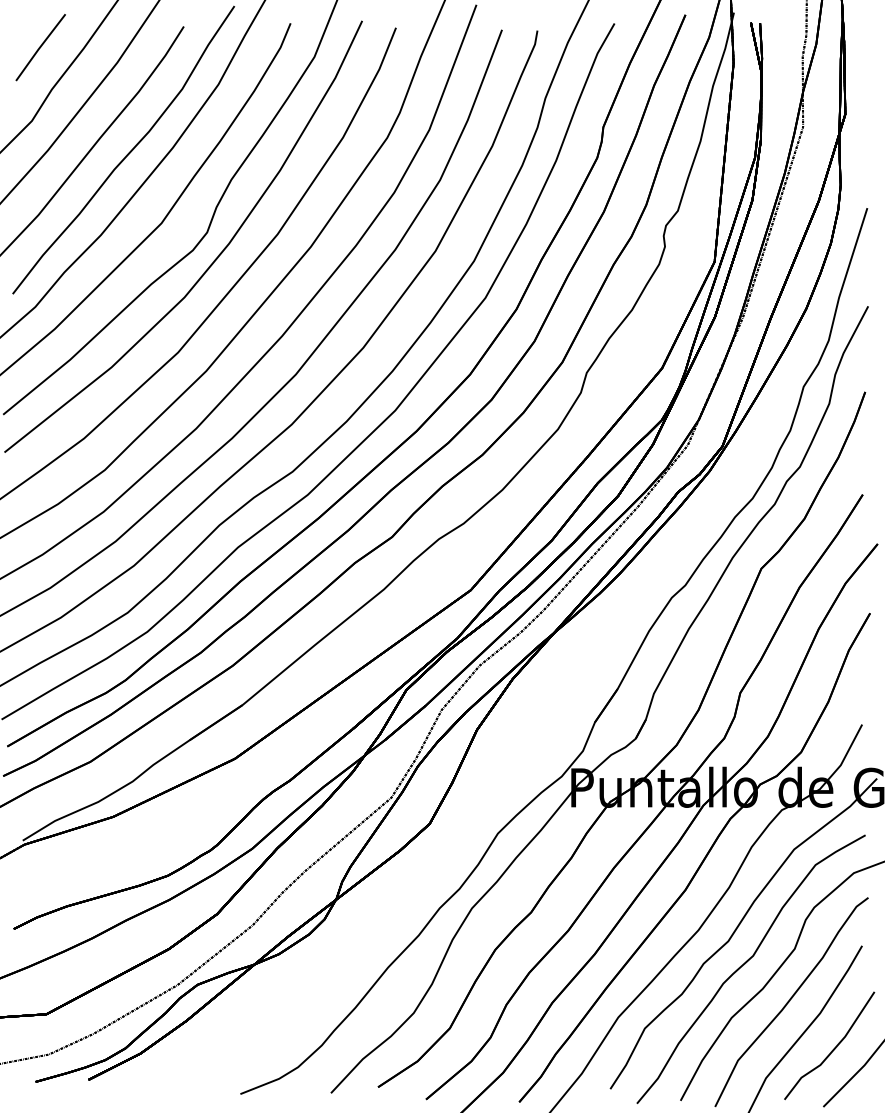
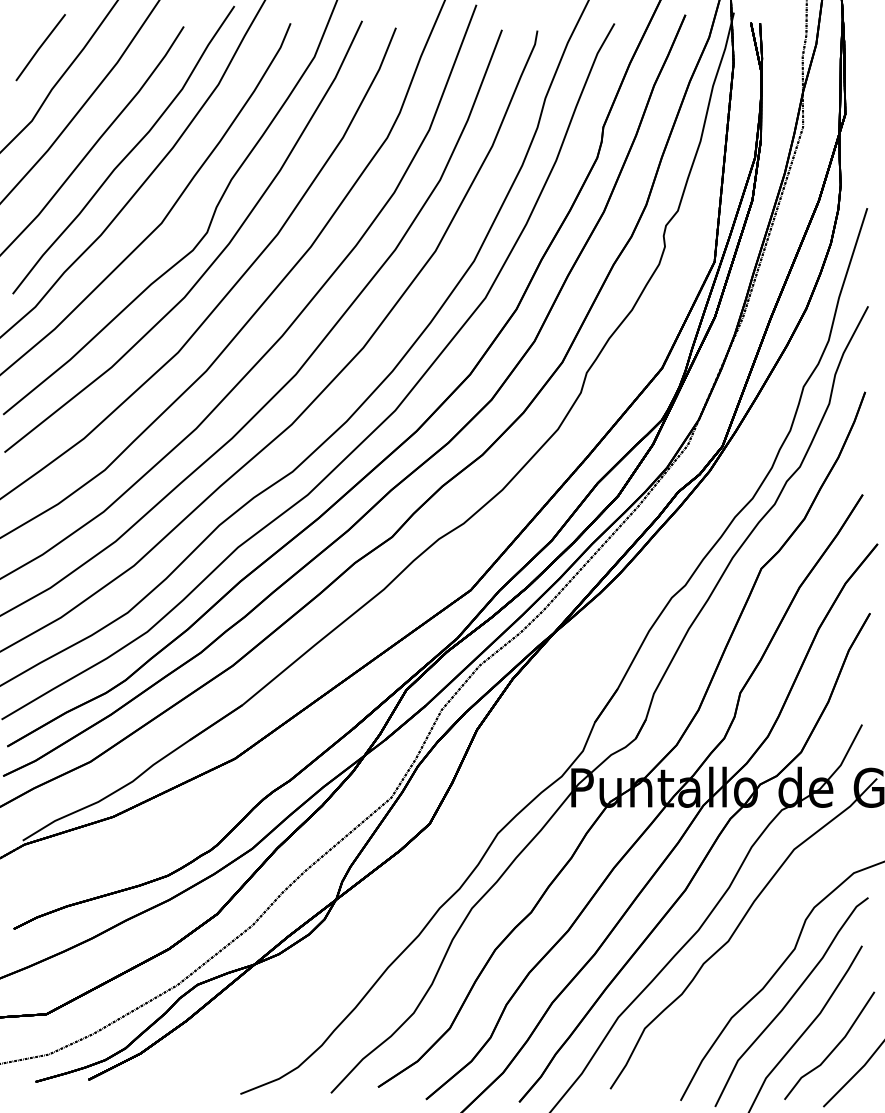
part at (746, 963): present -> none
